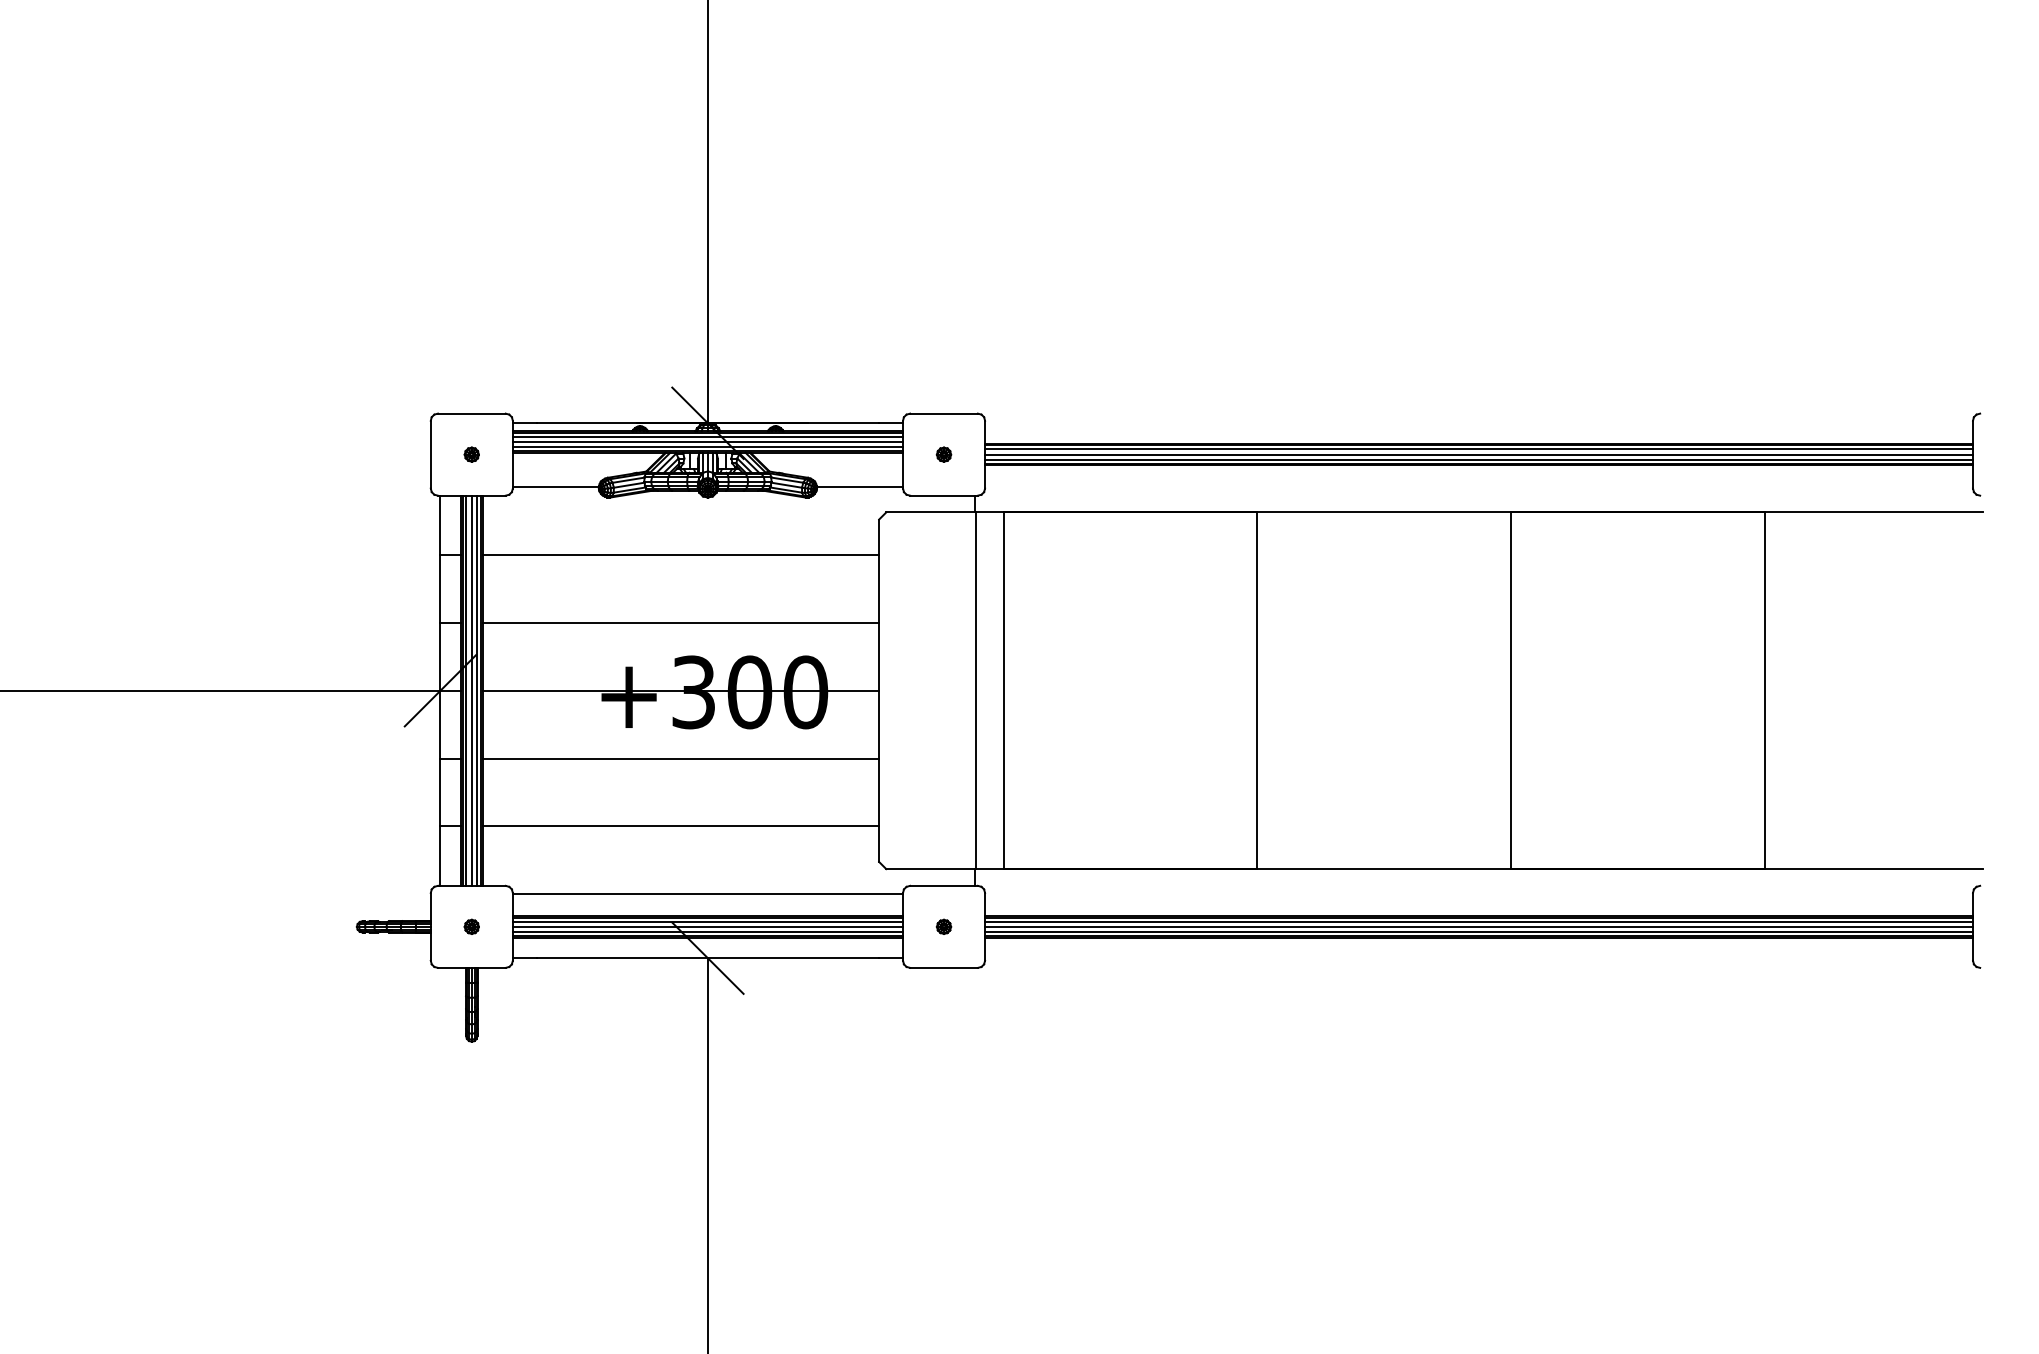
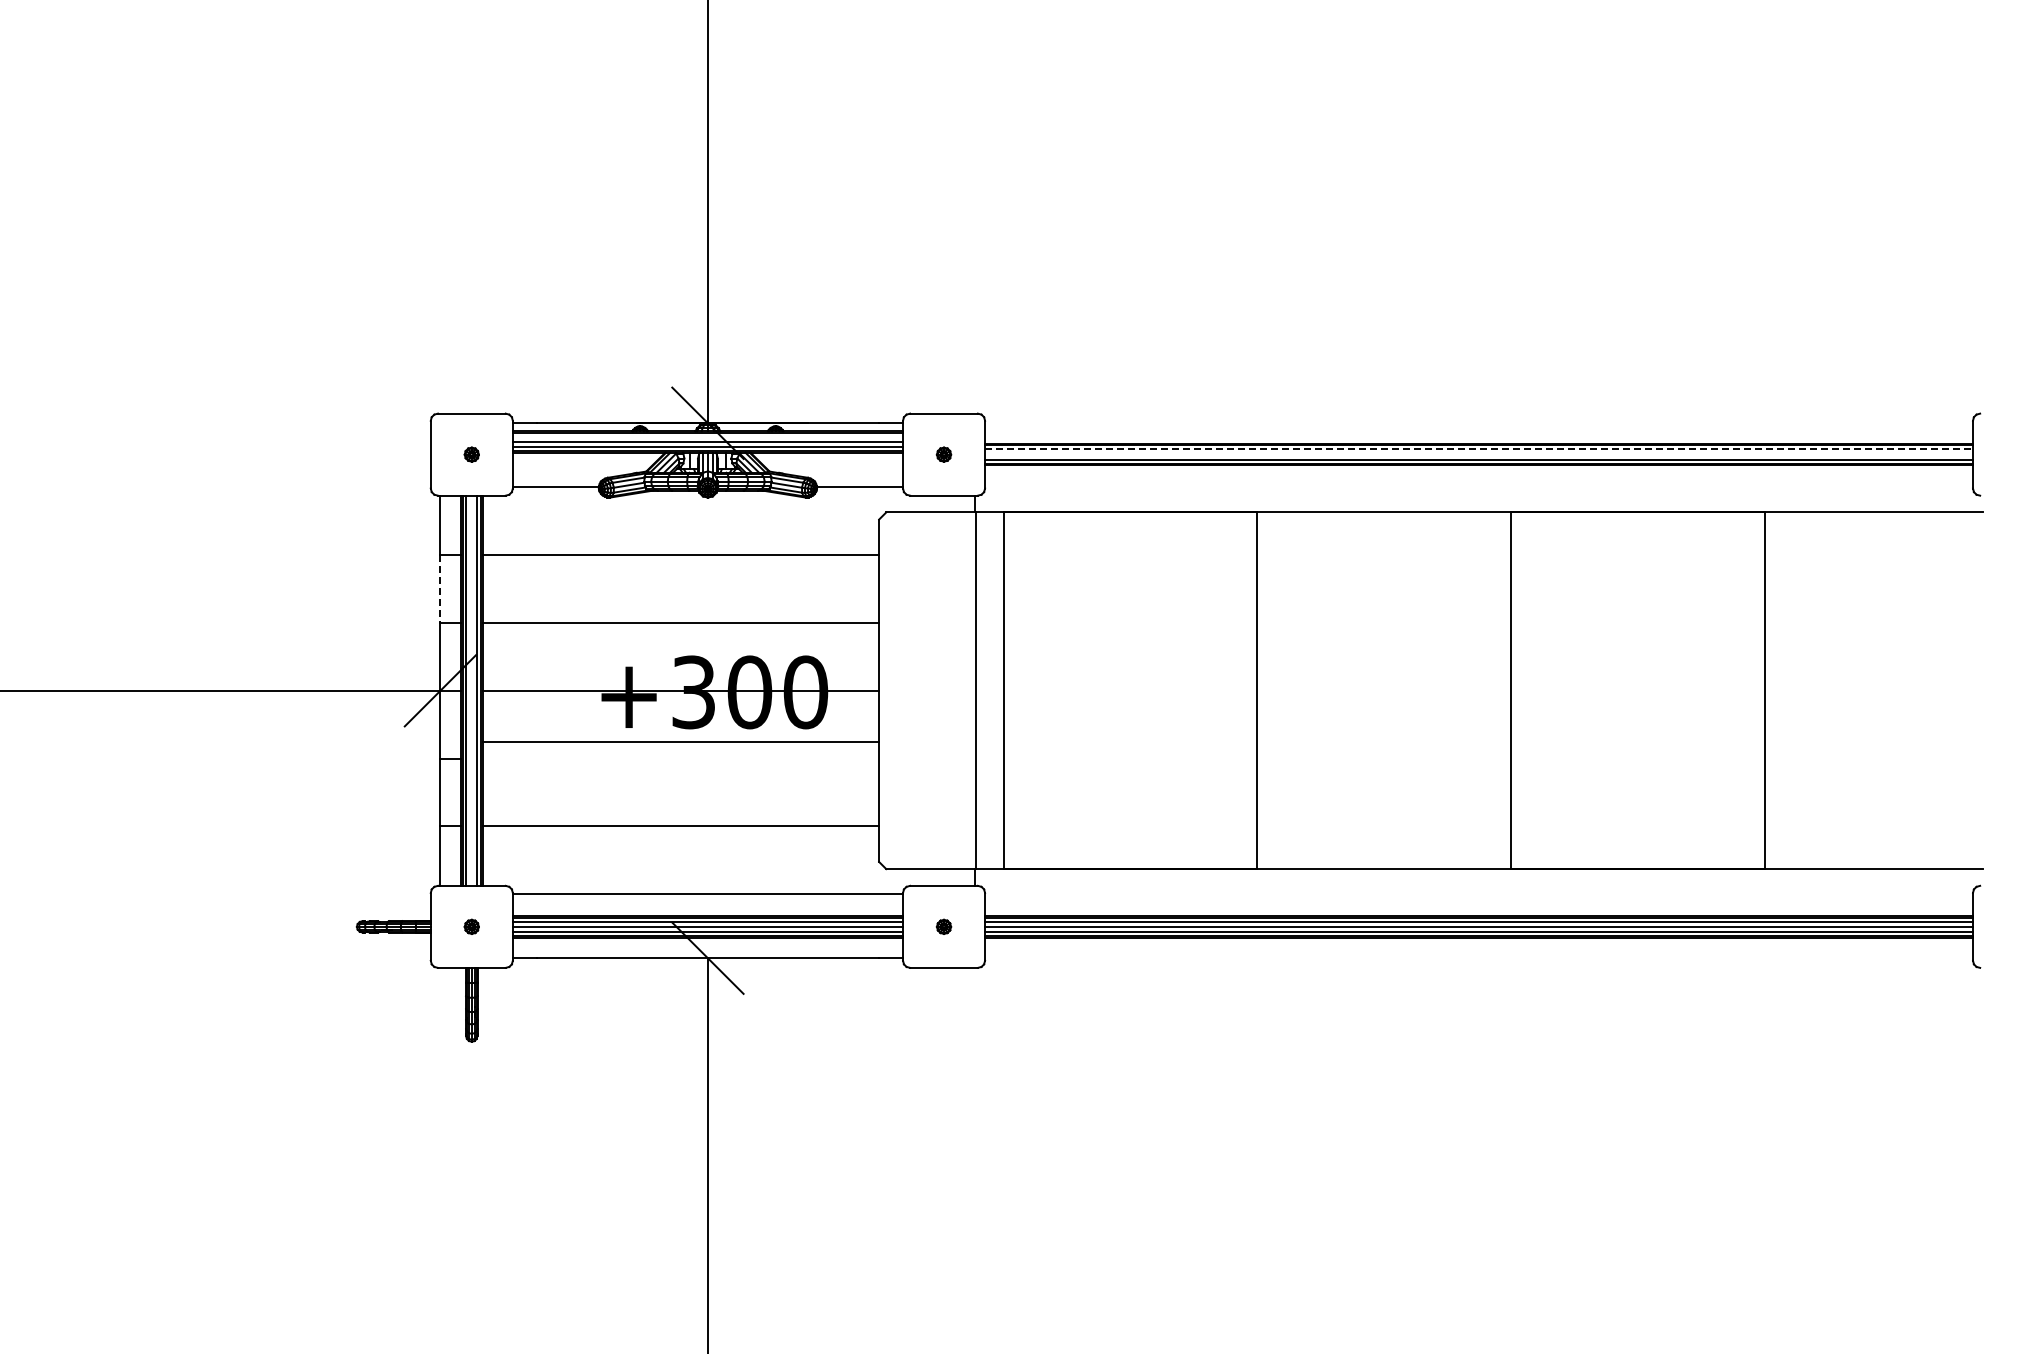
line at (707, 436): present -> none
line at (1479, 449): solid -> dashed
line at (1479, 454): present -> none
line at (440, 589): solid -> dashed
line at (471, 690): present -> none
line at (680, 758) position: (680, 758) -> (680, 741)
